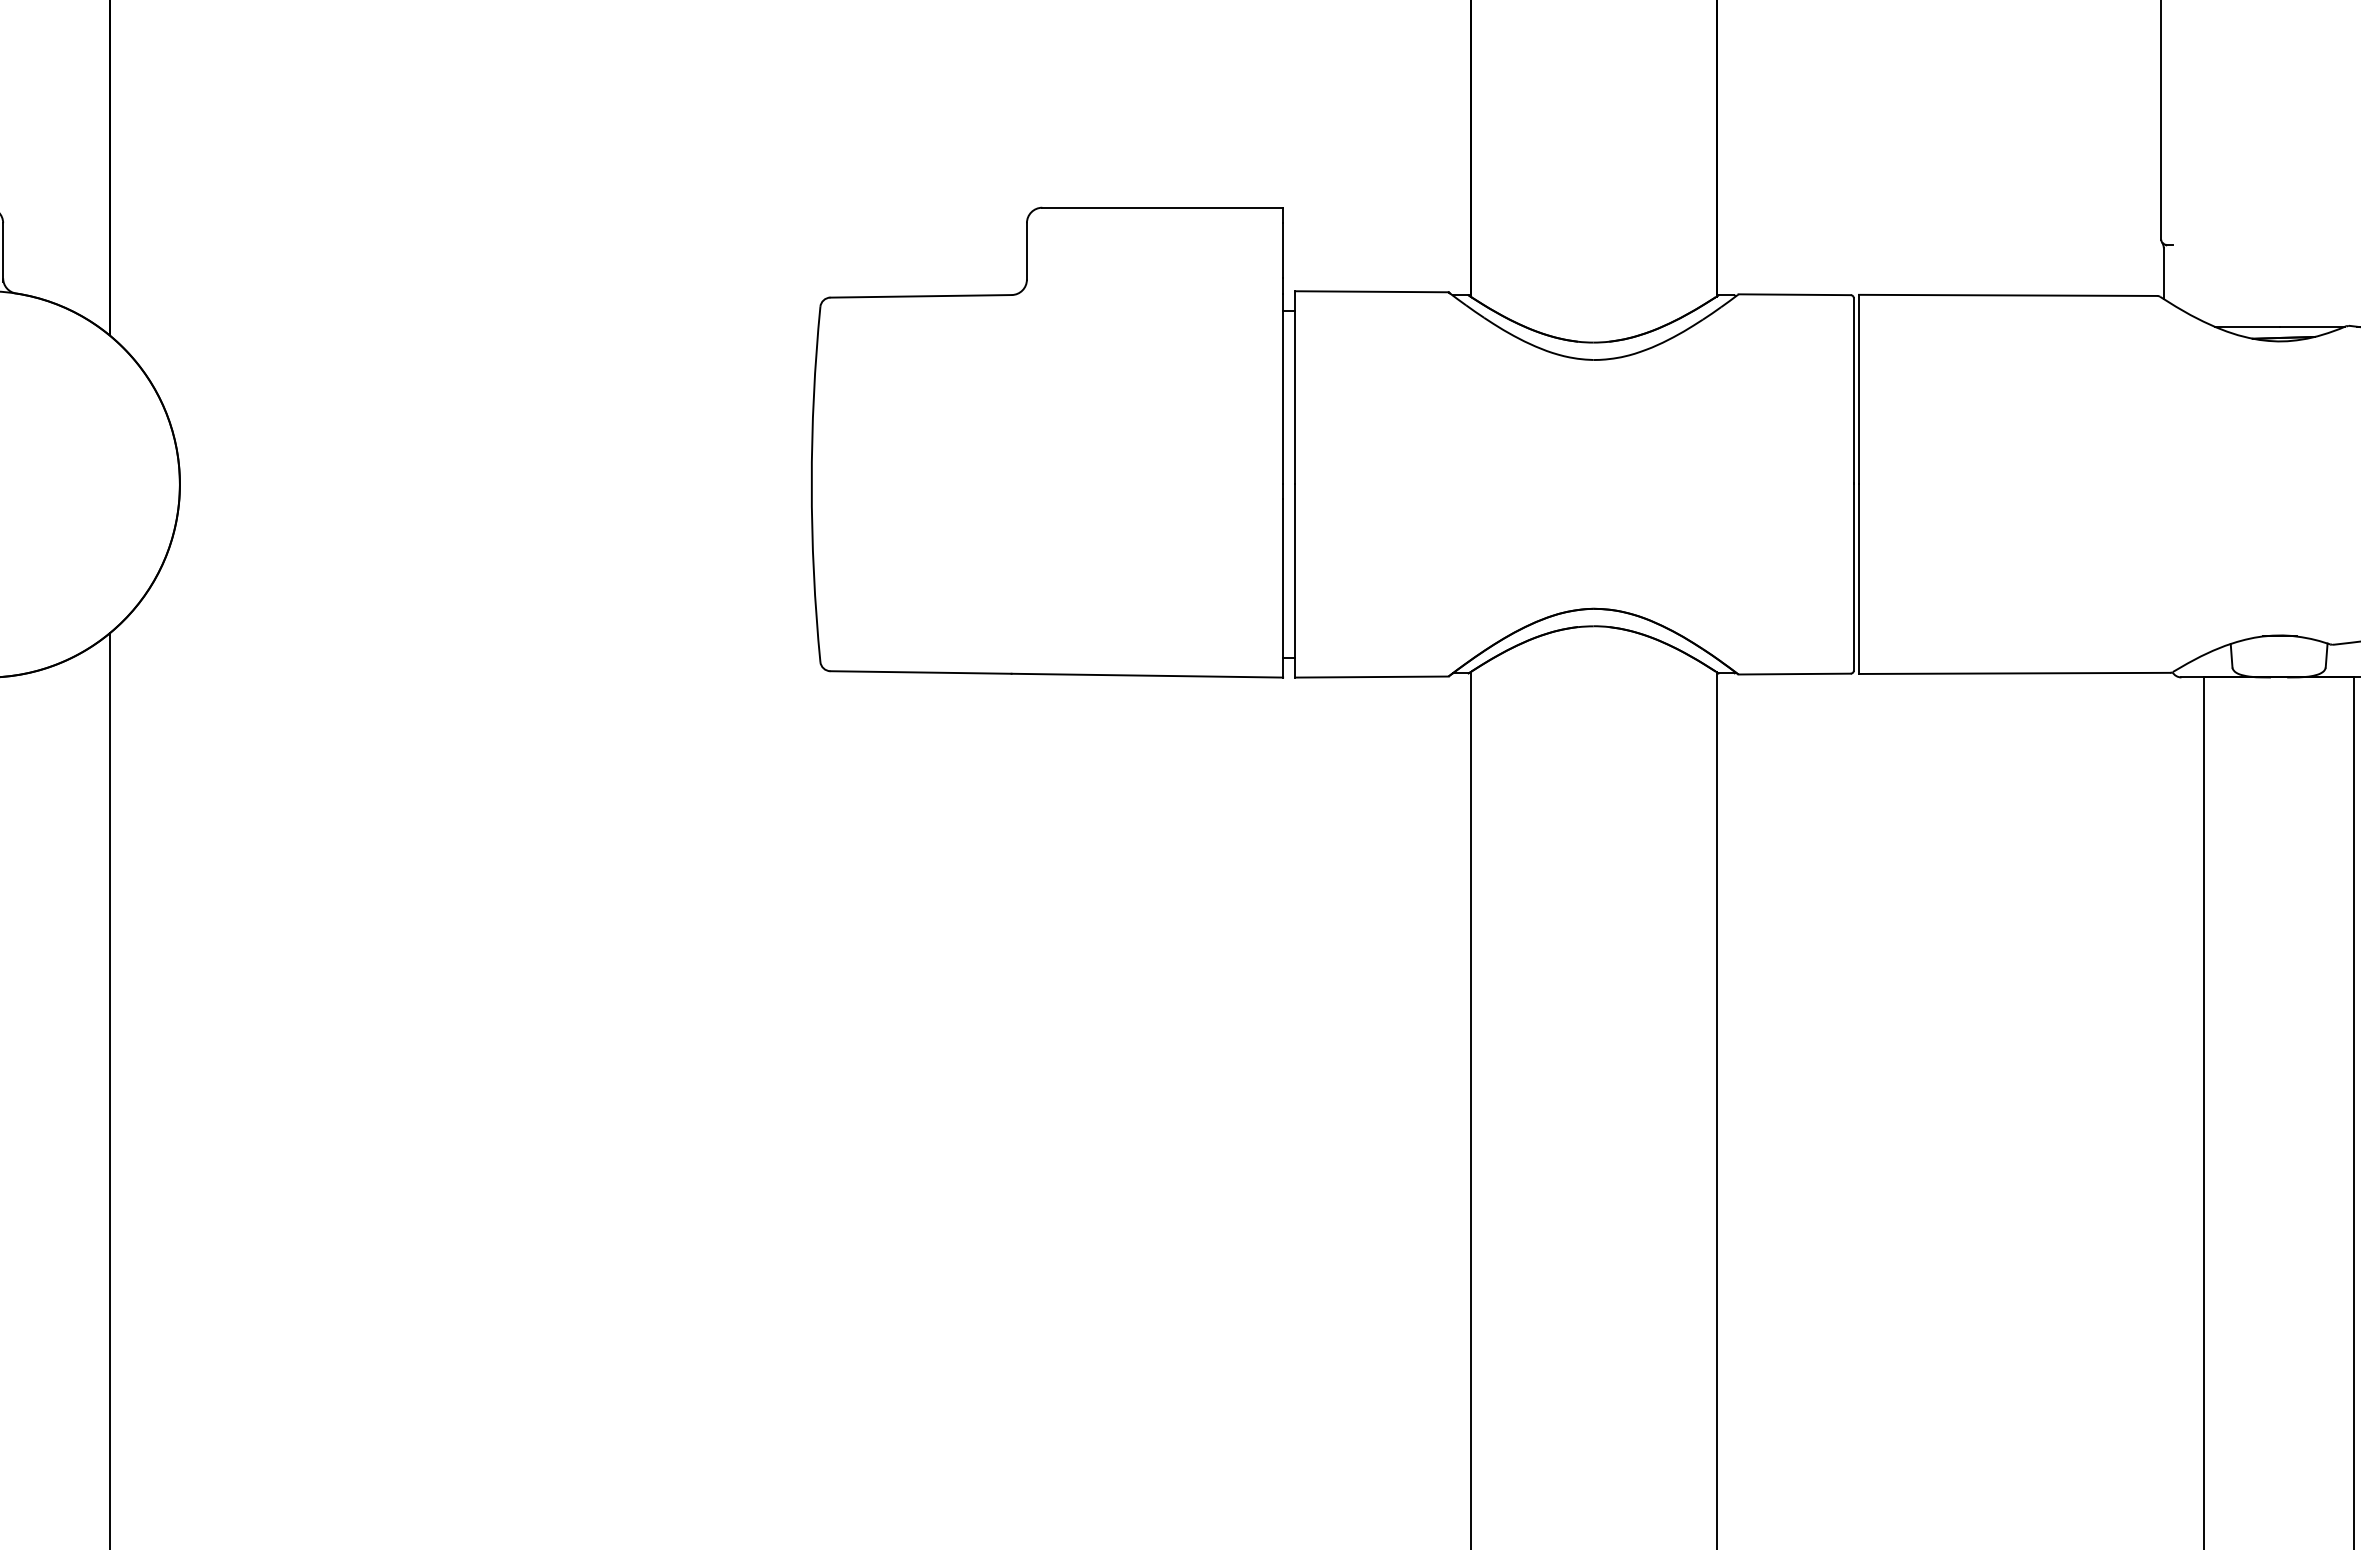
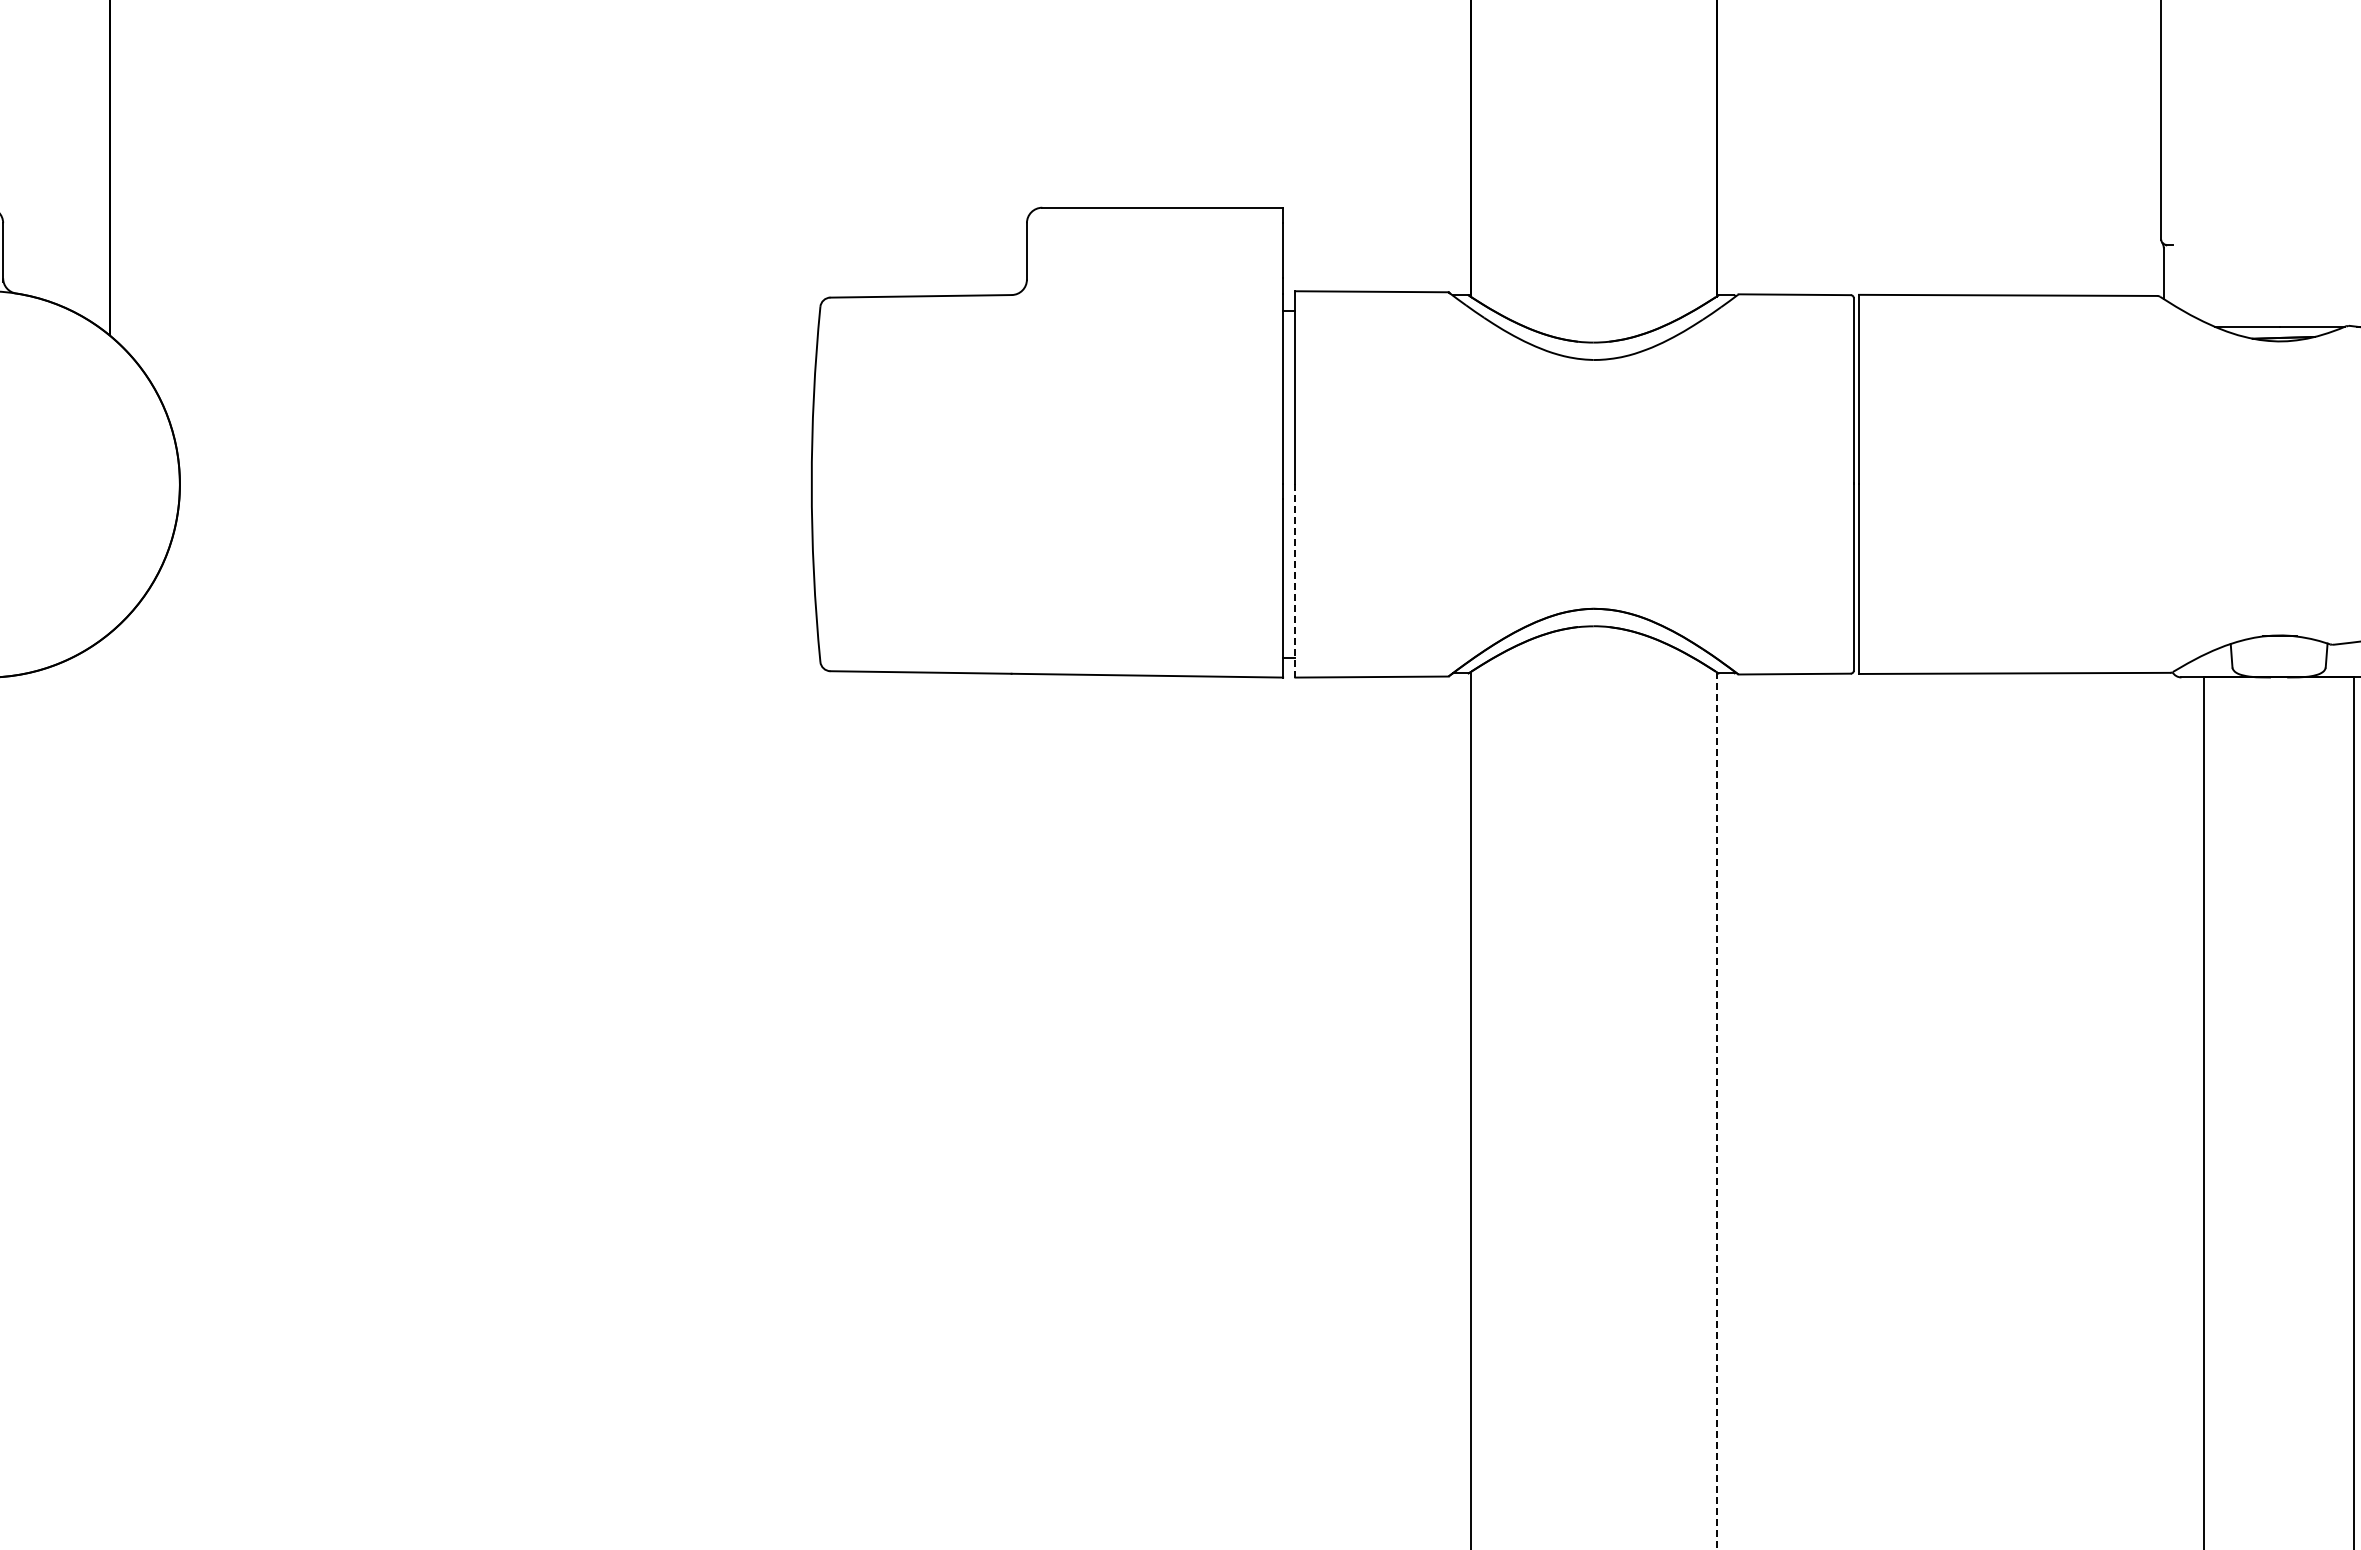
line at (1295, 580): solid -> dashed
line at (109, 1089): present -> none
line at (1716, 1111): solid -> dashed
